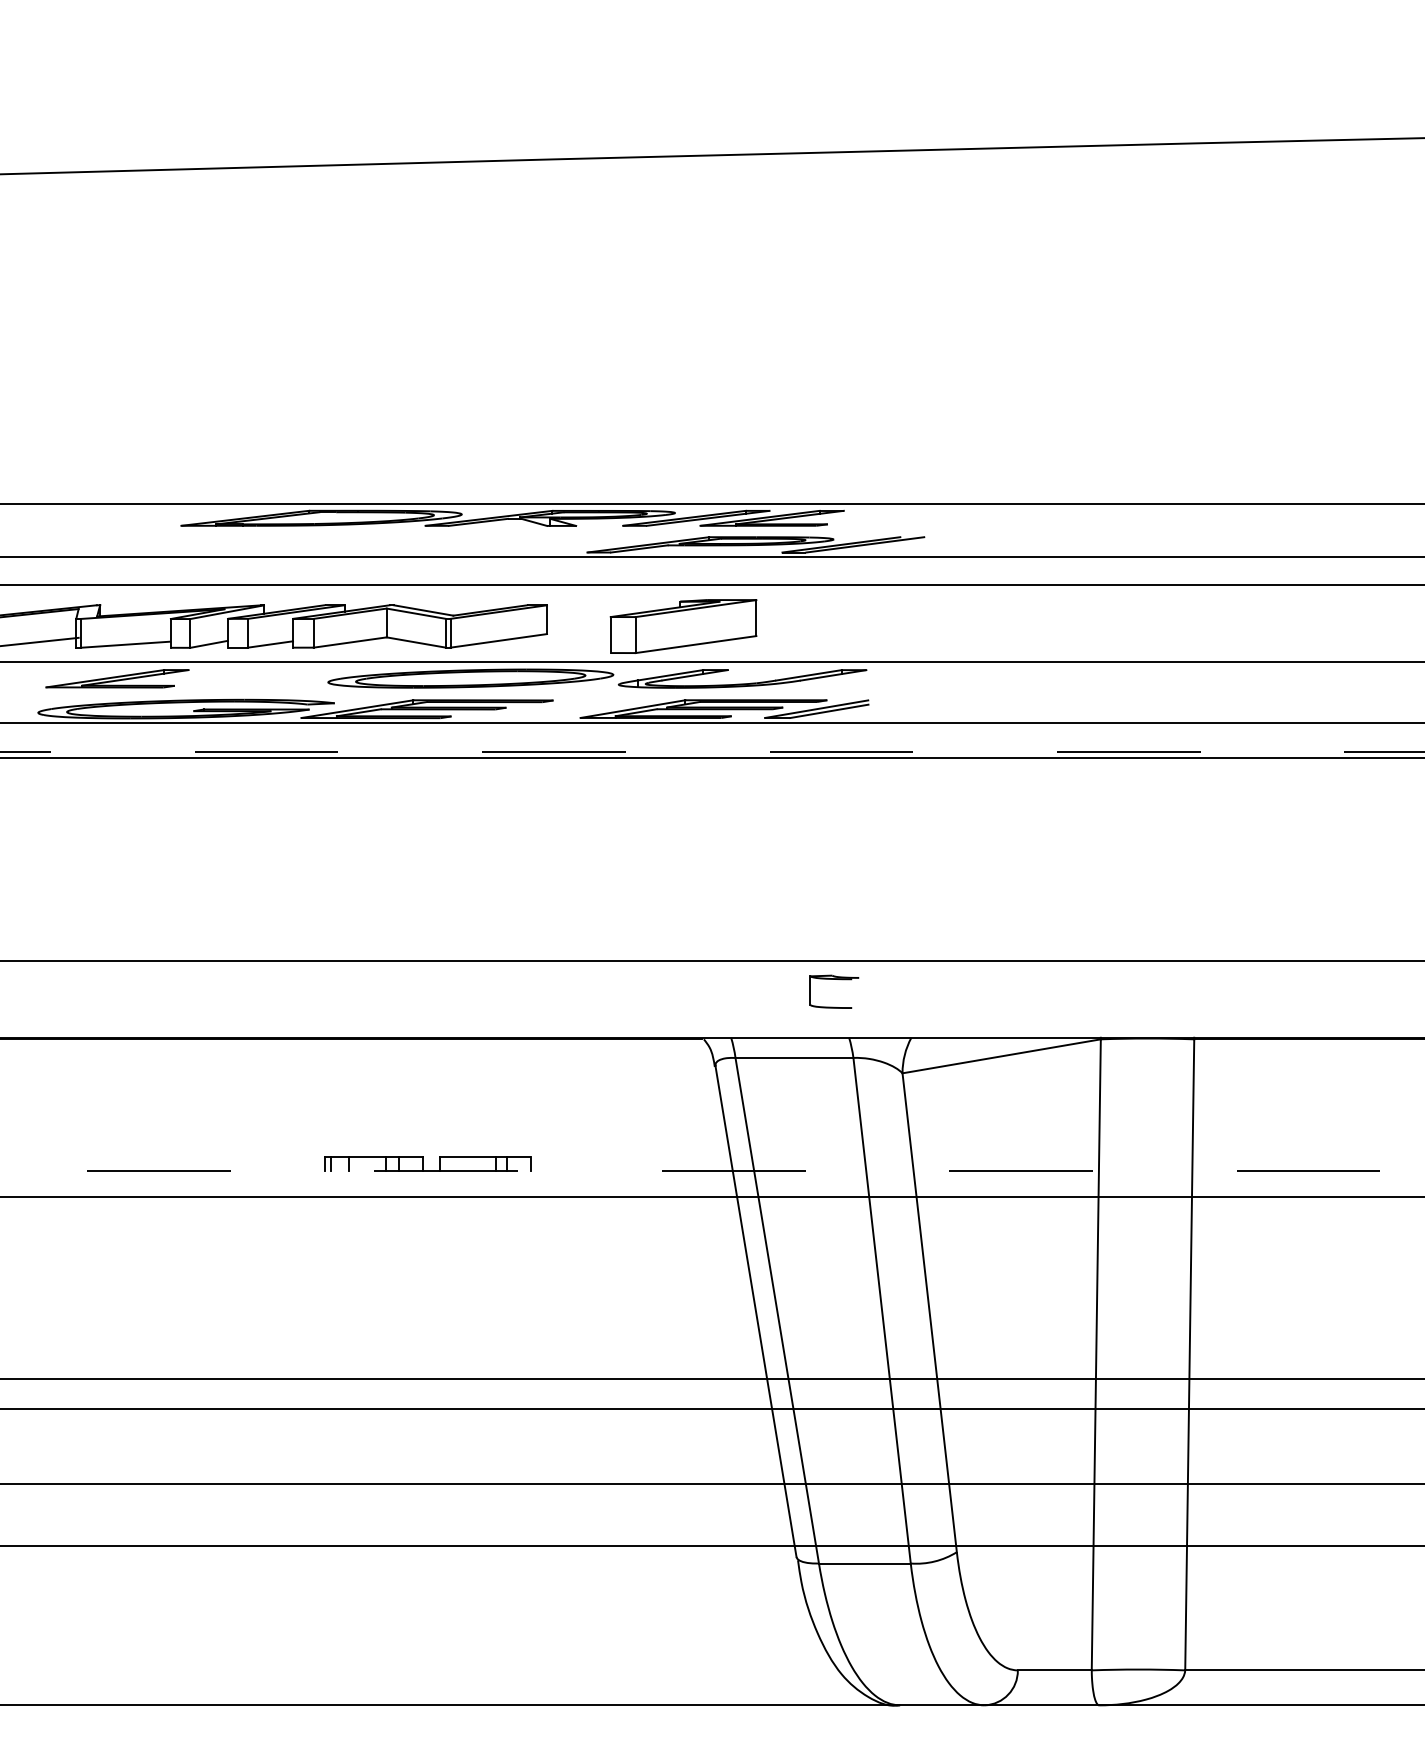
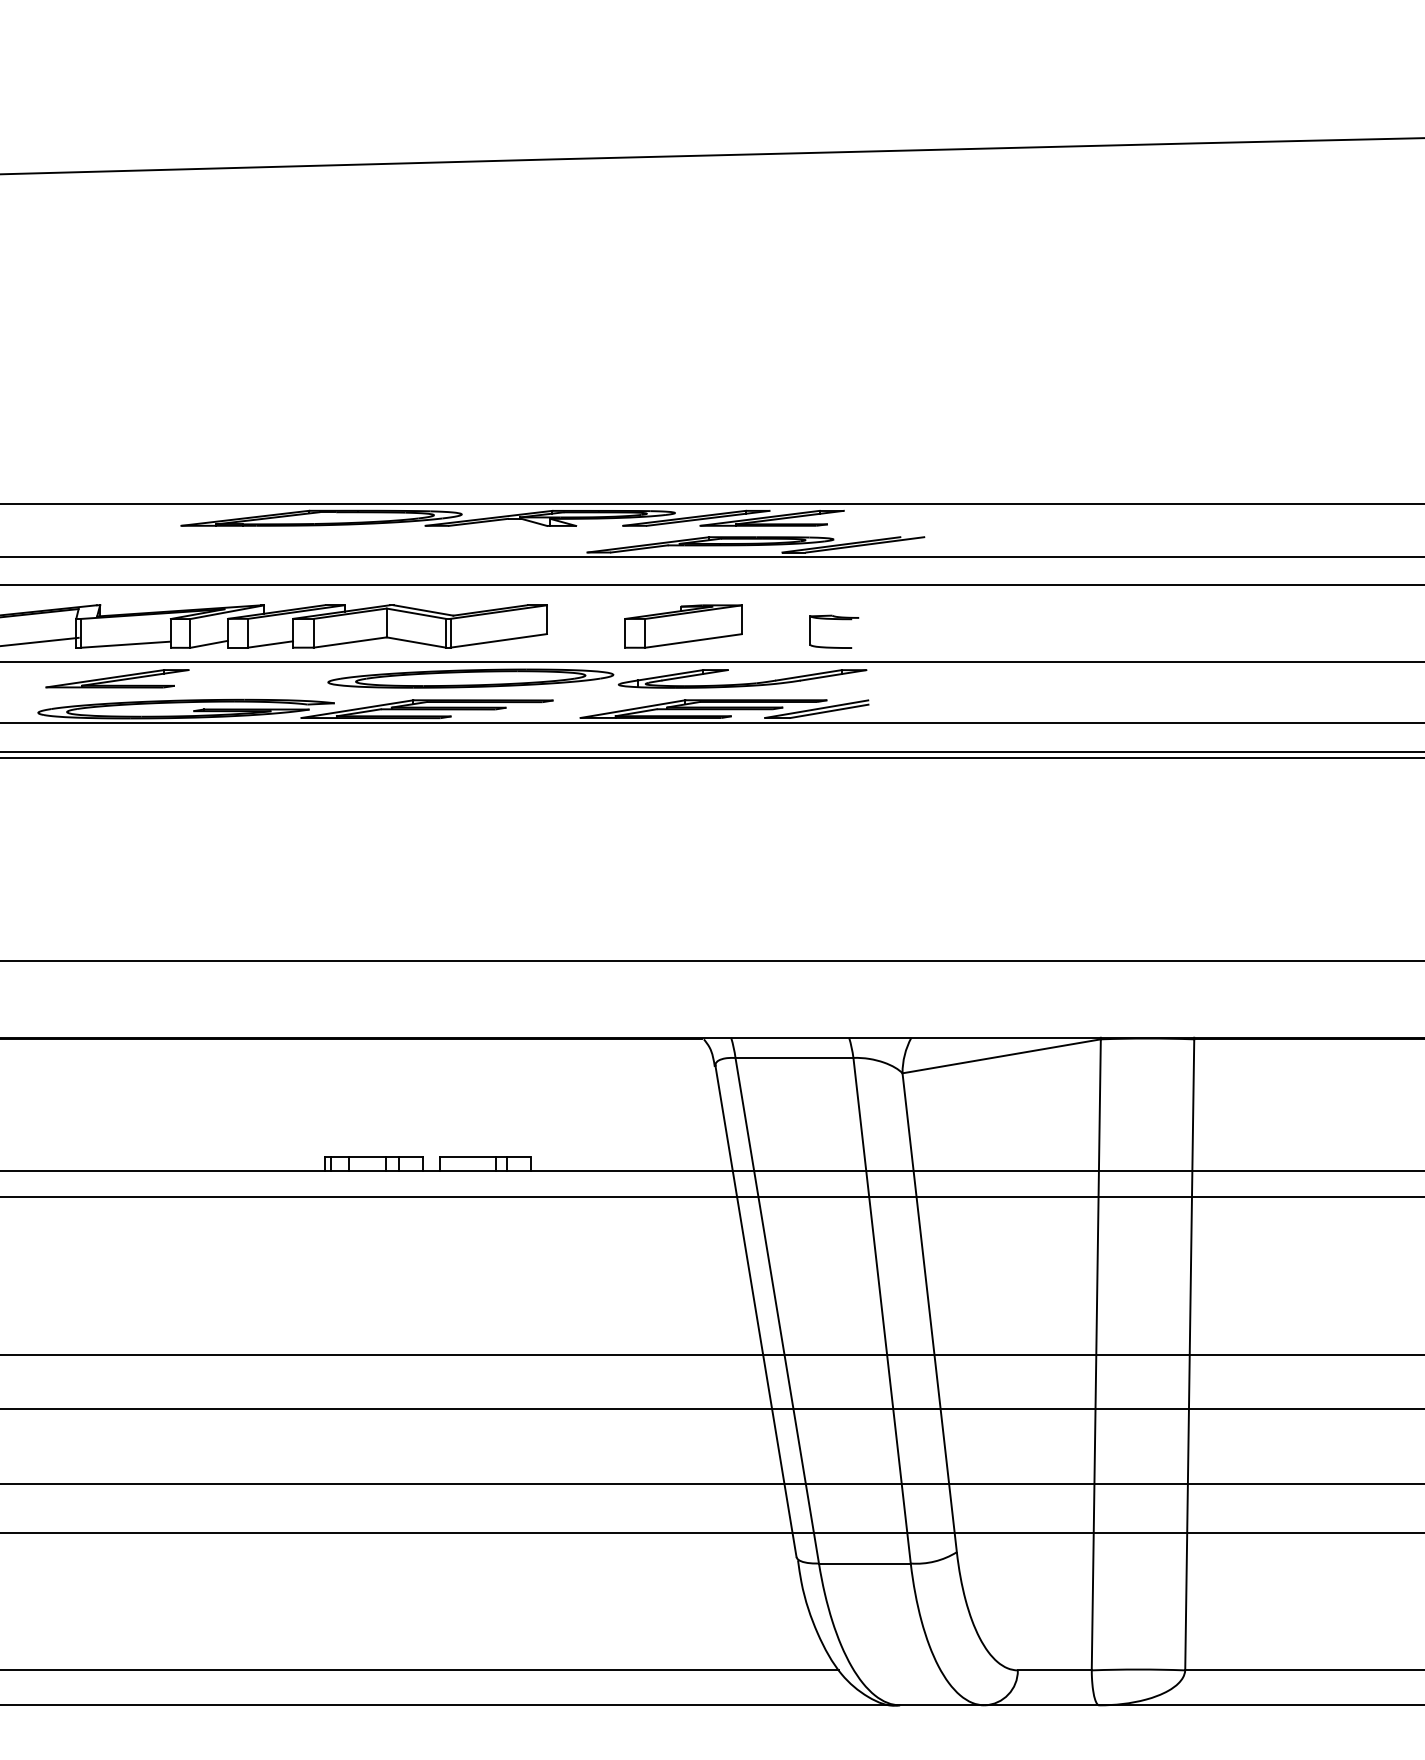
part at (683, 626) size: 149x55 px -> 119x45 px
line at (712, 751): dashed -> solid
part at (834, 979) position: (834, 979) -> (834, 619)
line at (712, 1171): dashed -> solid
line at (711, 1379) position: (711, 1379) -> (711, 1355)
line at (711, 1546) position: (711, 1546) -> (711, 1533)
line at (420, 1670): none -> present
